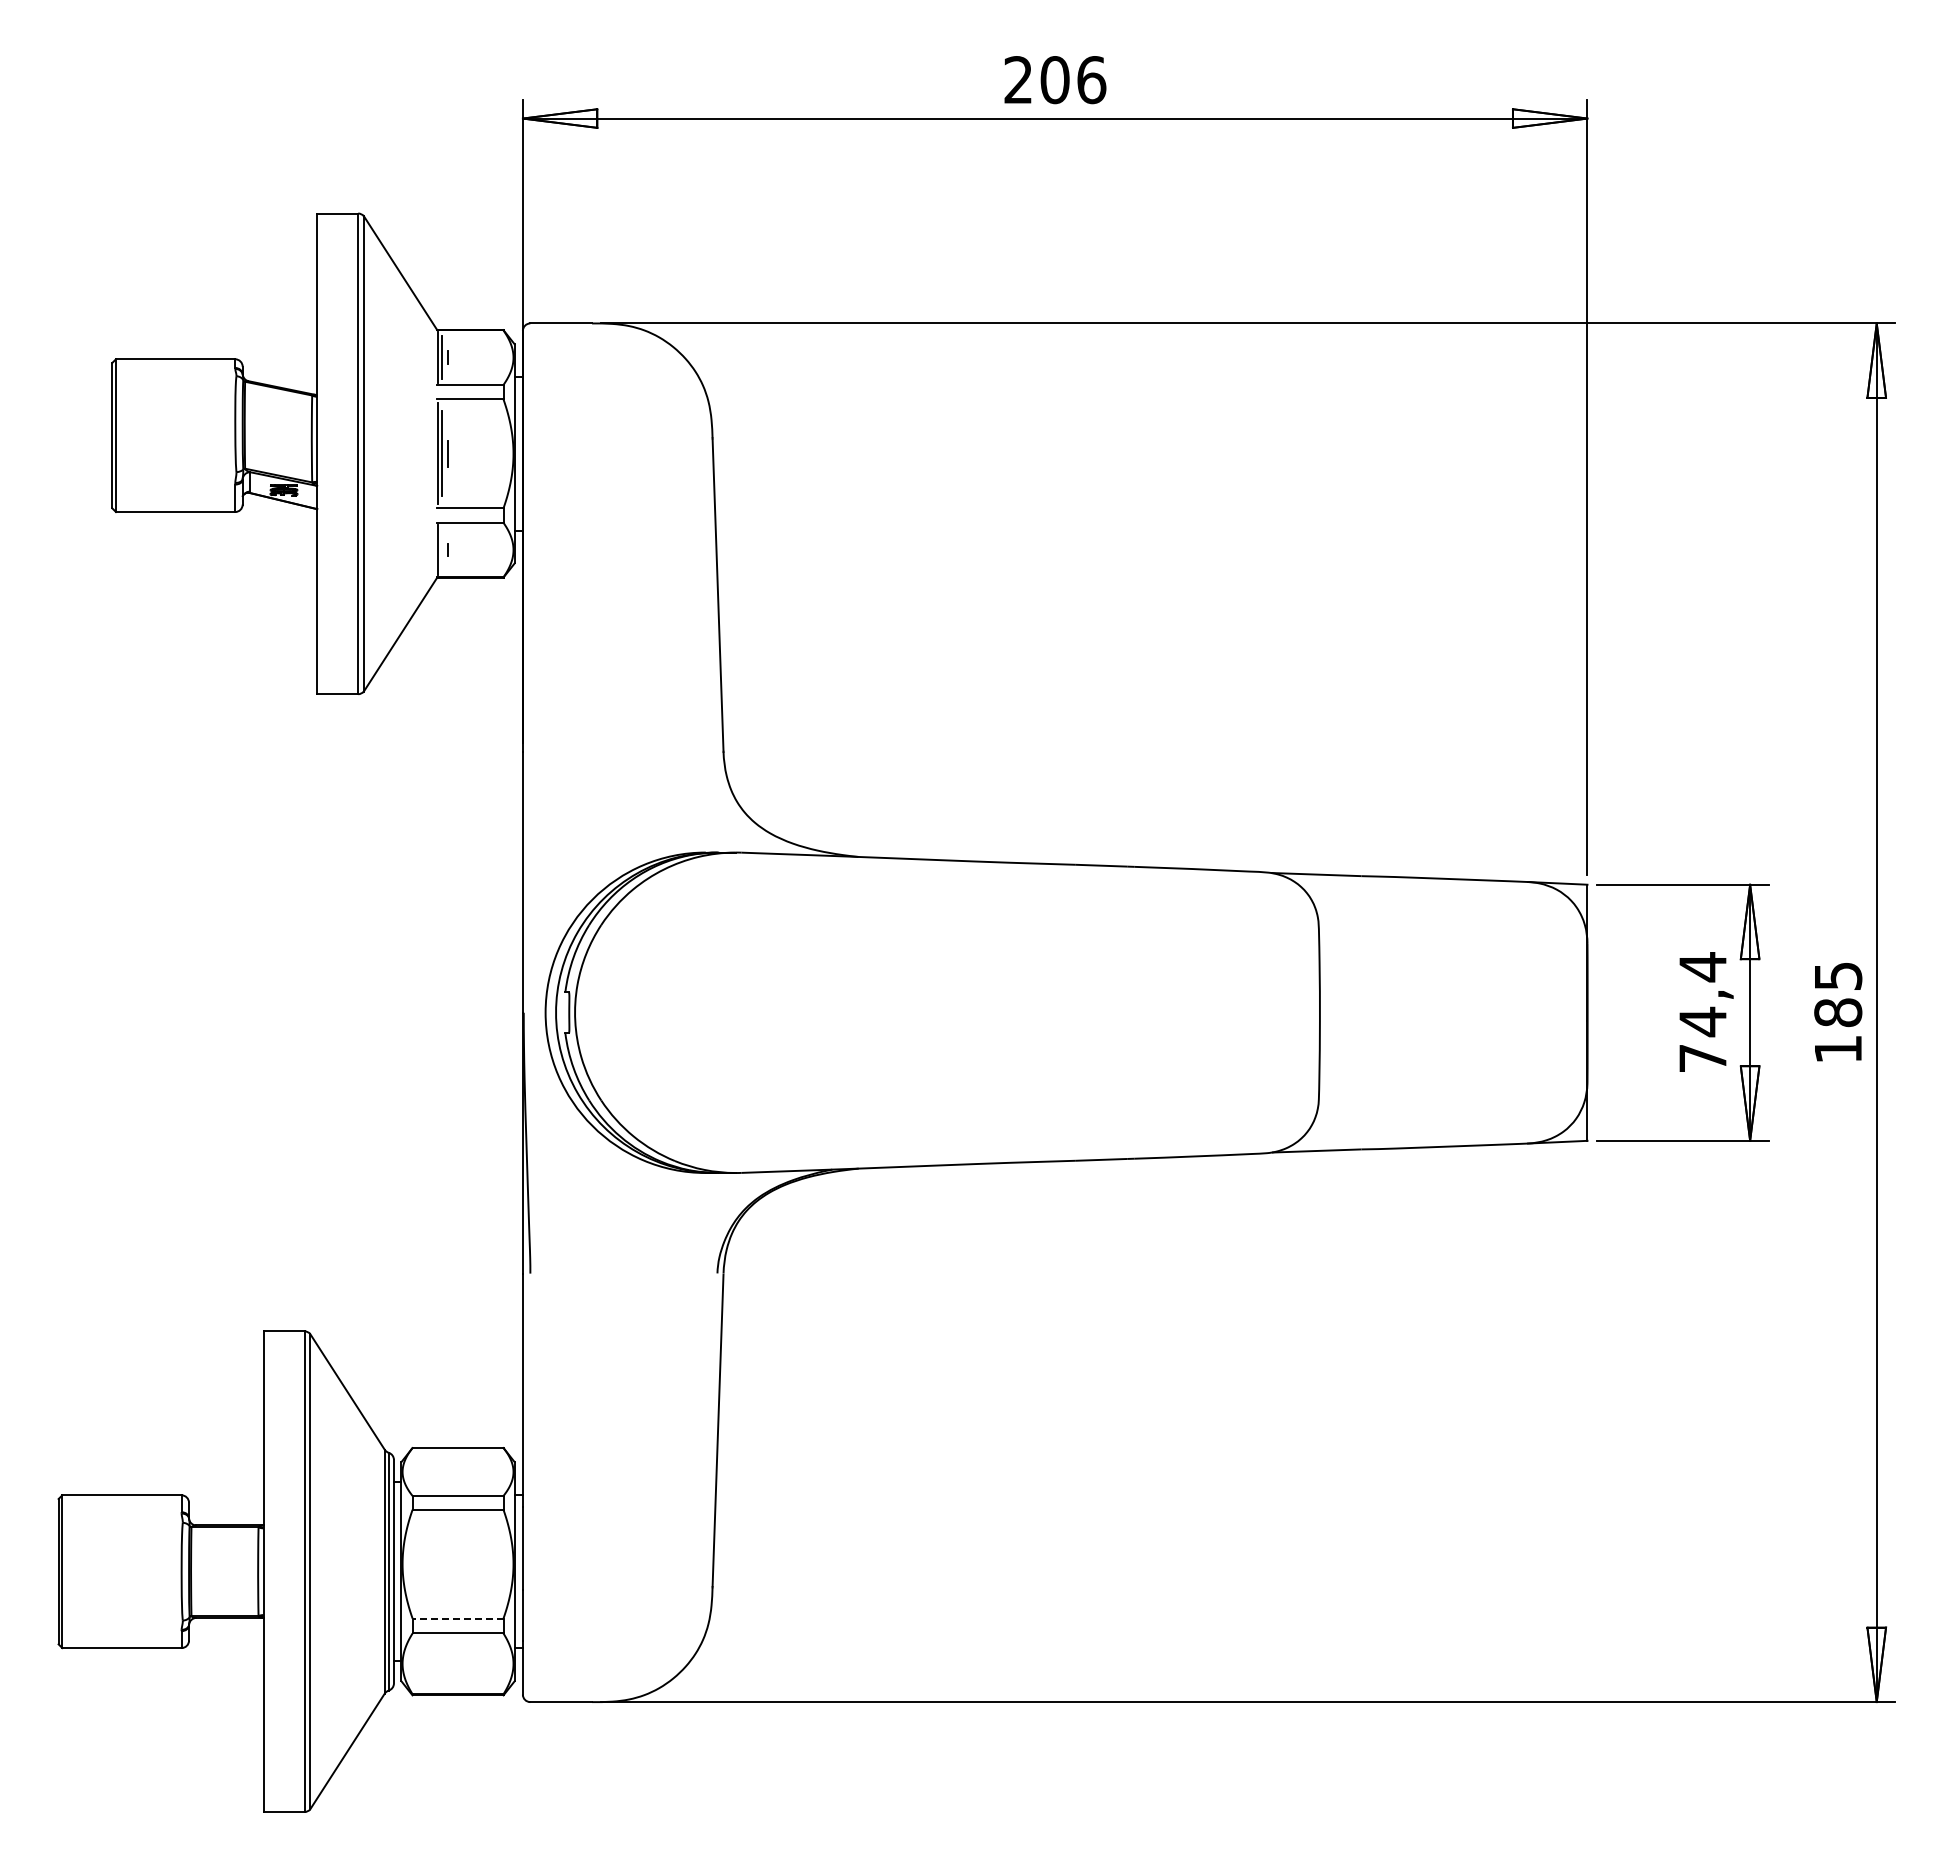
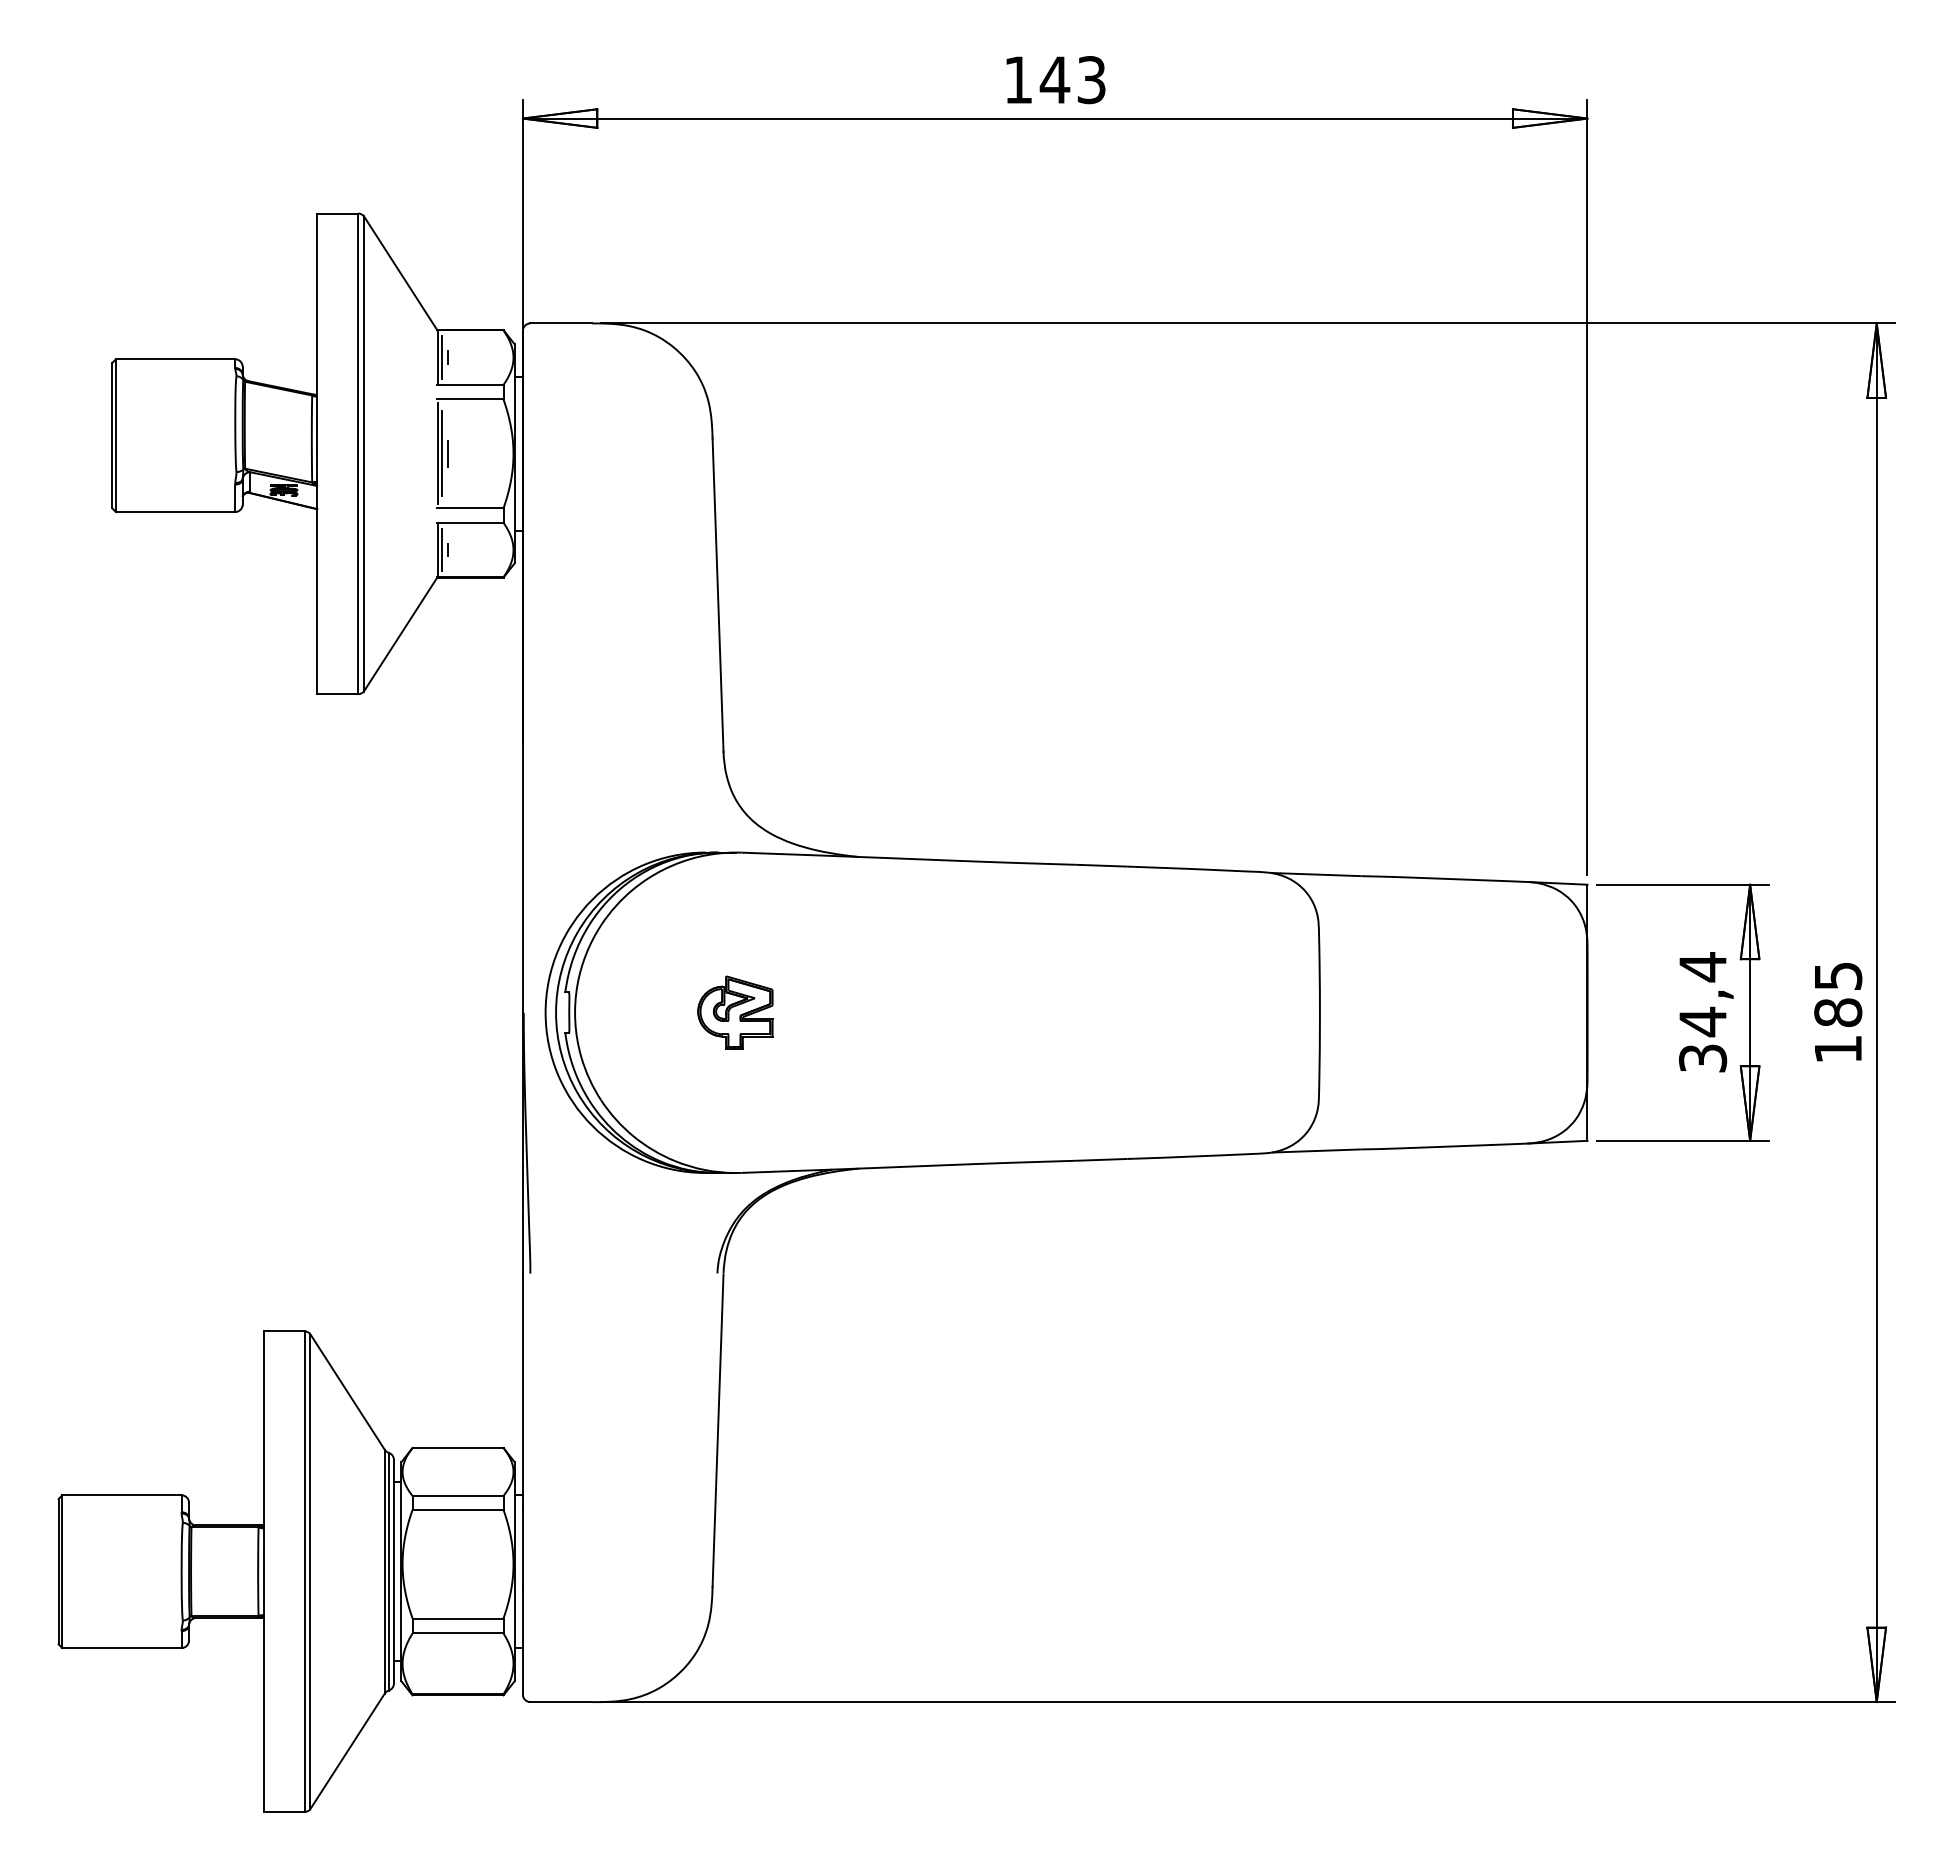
text at (1055, 80): 206 -> 143
line at (442, 549): none -> present
part at (735, 1012): none -> present
text at (1702, 1058): 74,4 -> 34,4
line at (457, 1618): dashed -> solid
